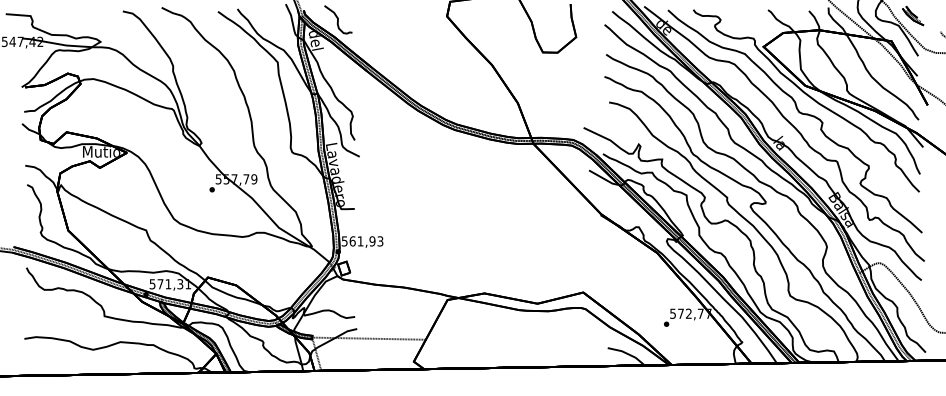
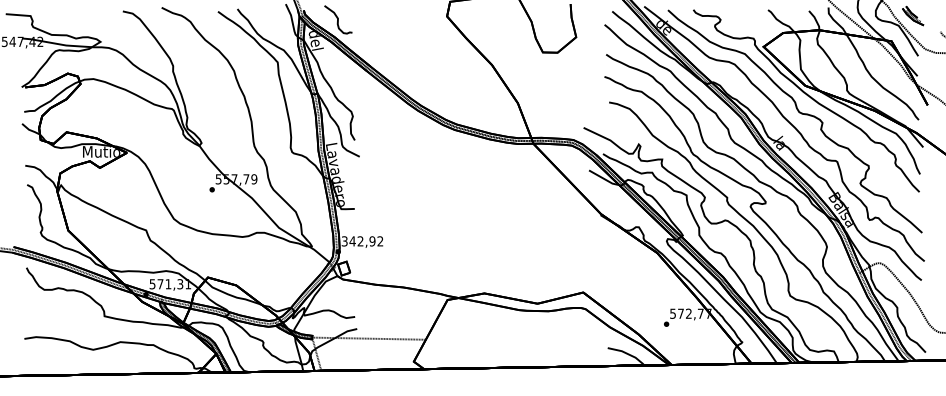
text at (362, 241): 561,93 -> 342,92
